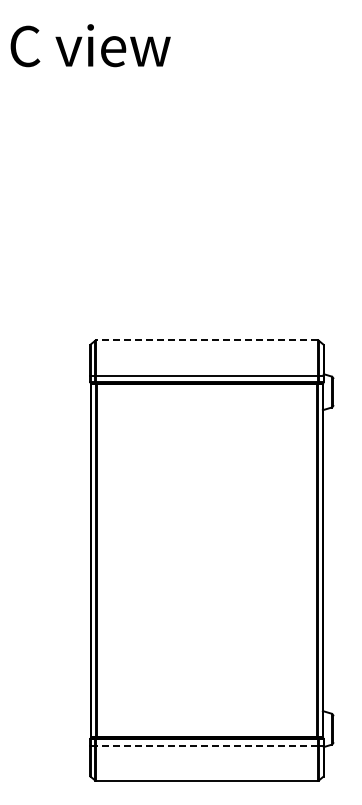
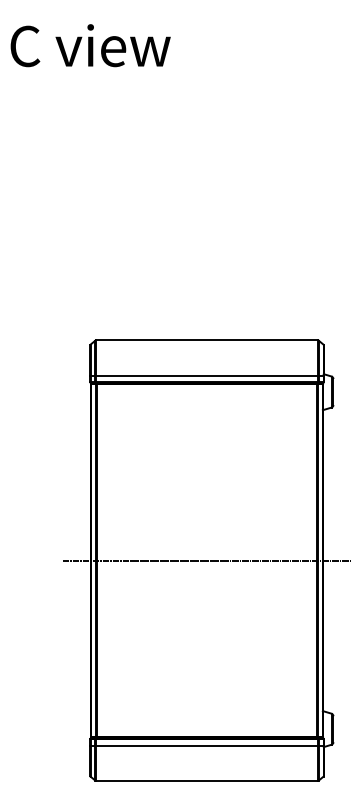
line at (206, 340): dashed -> solid
line at (206, 560): none -> present
line at (206, 745): dashed -> solid
